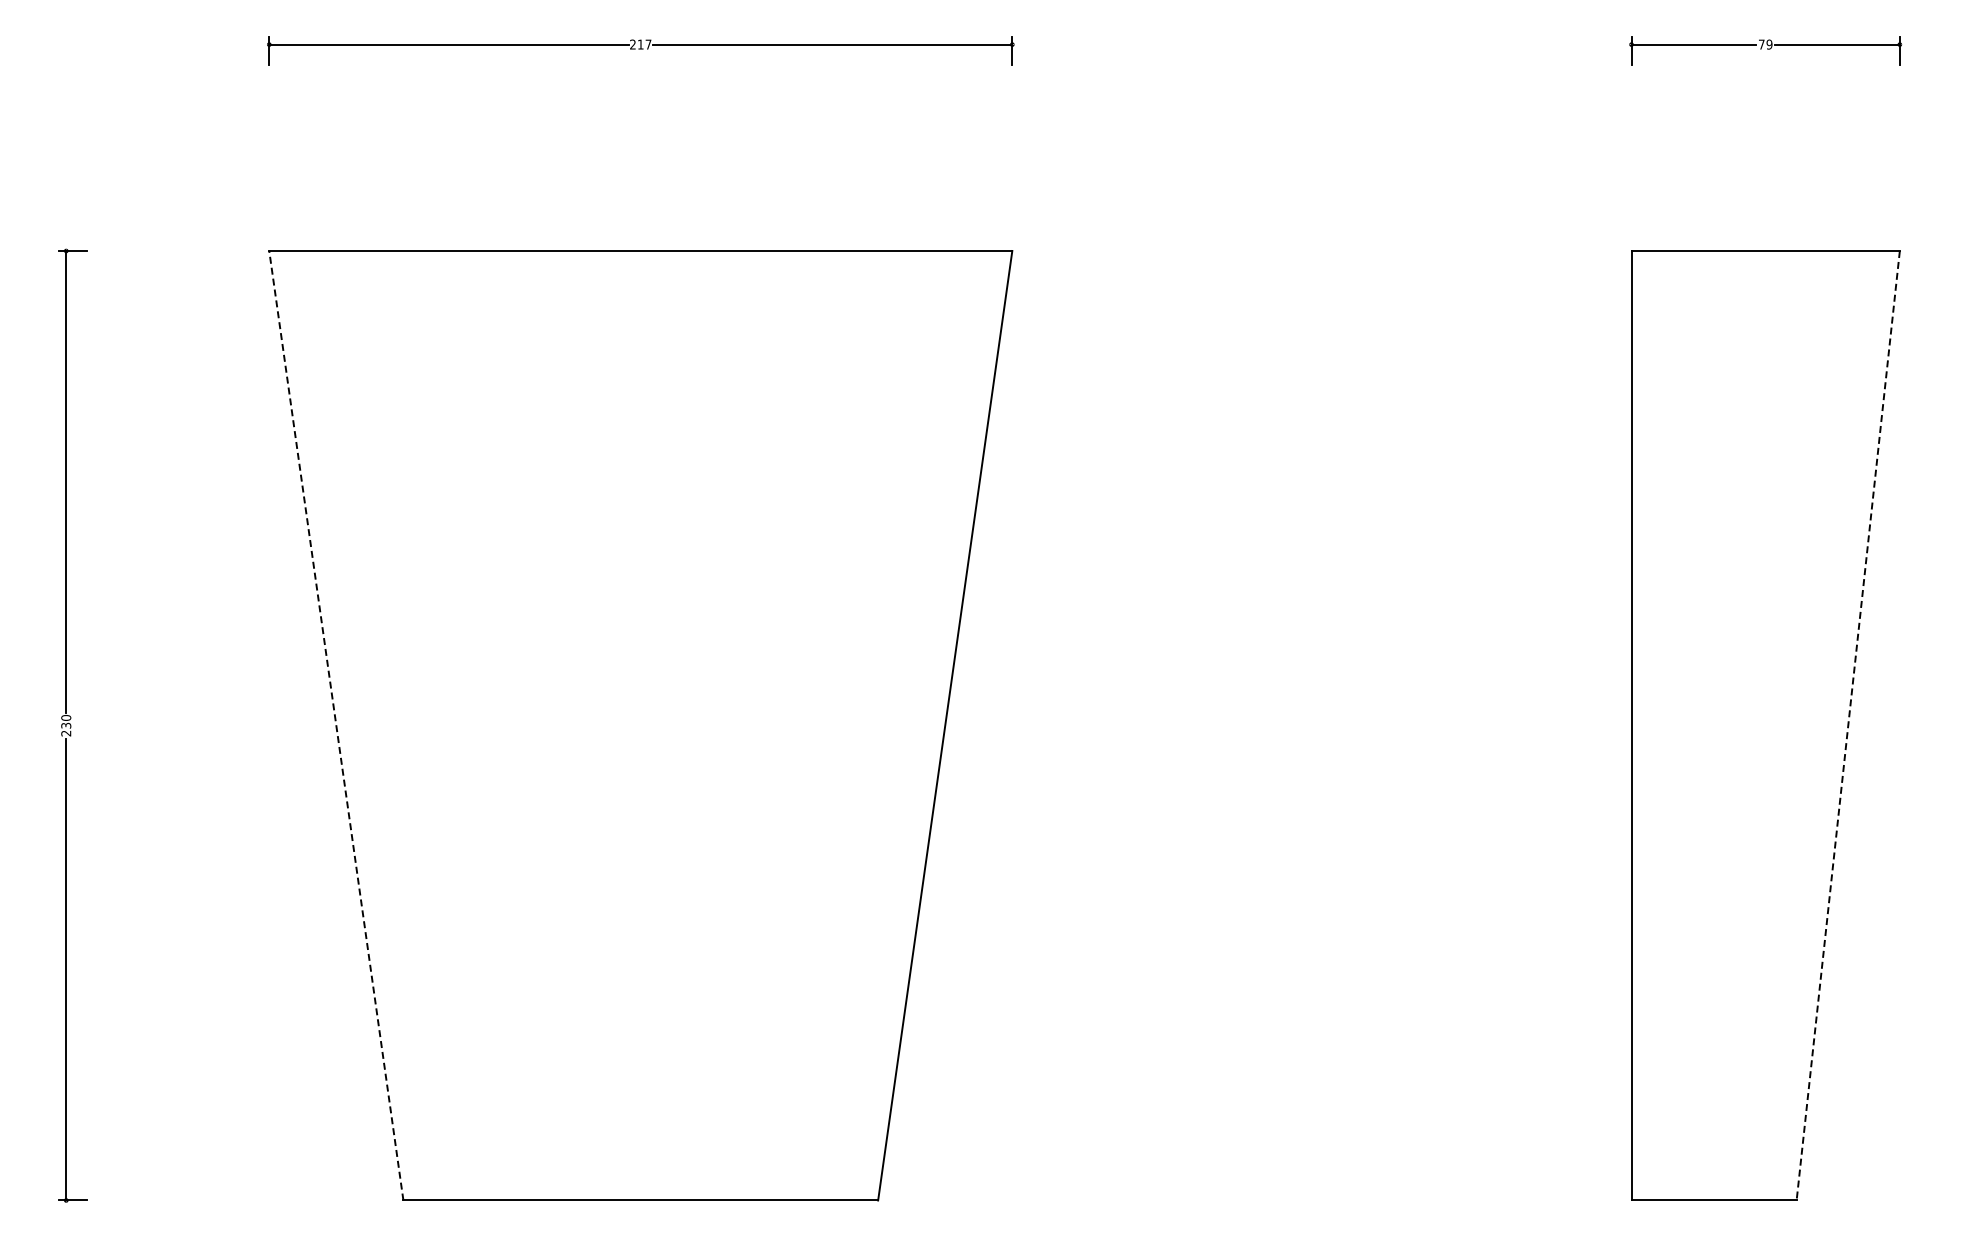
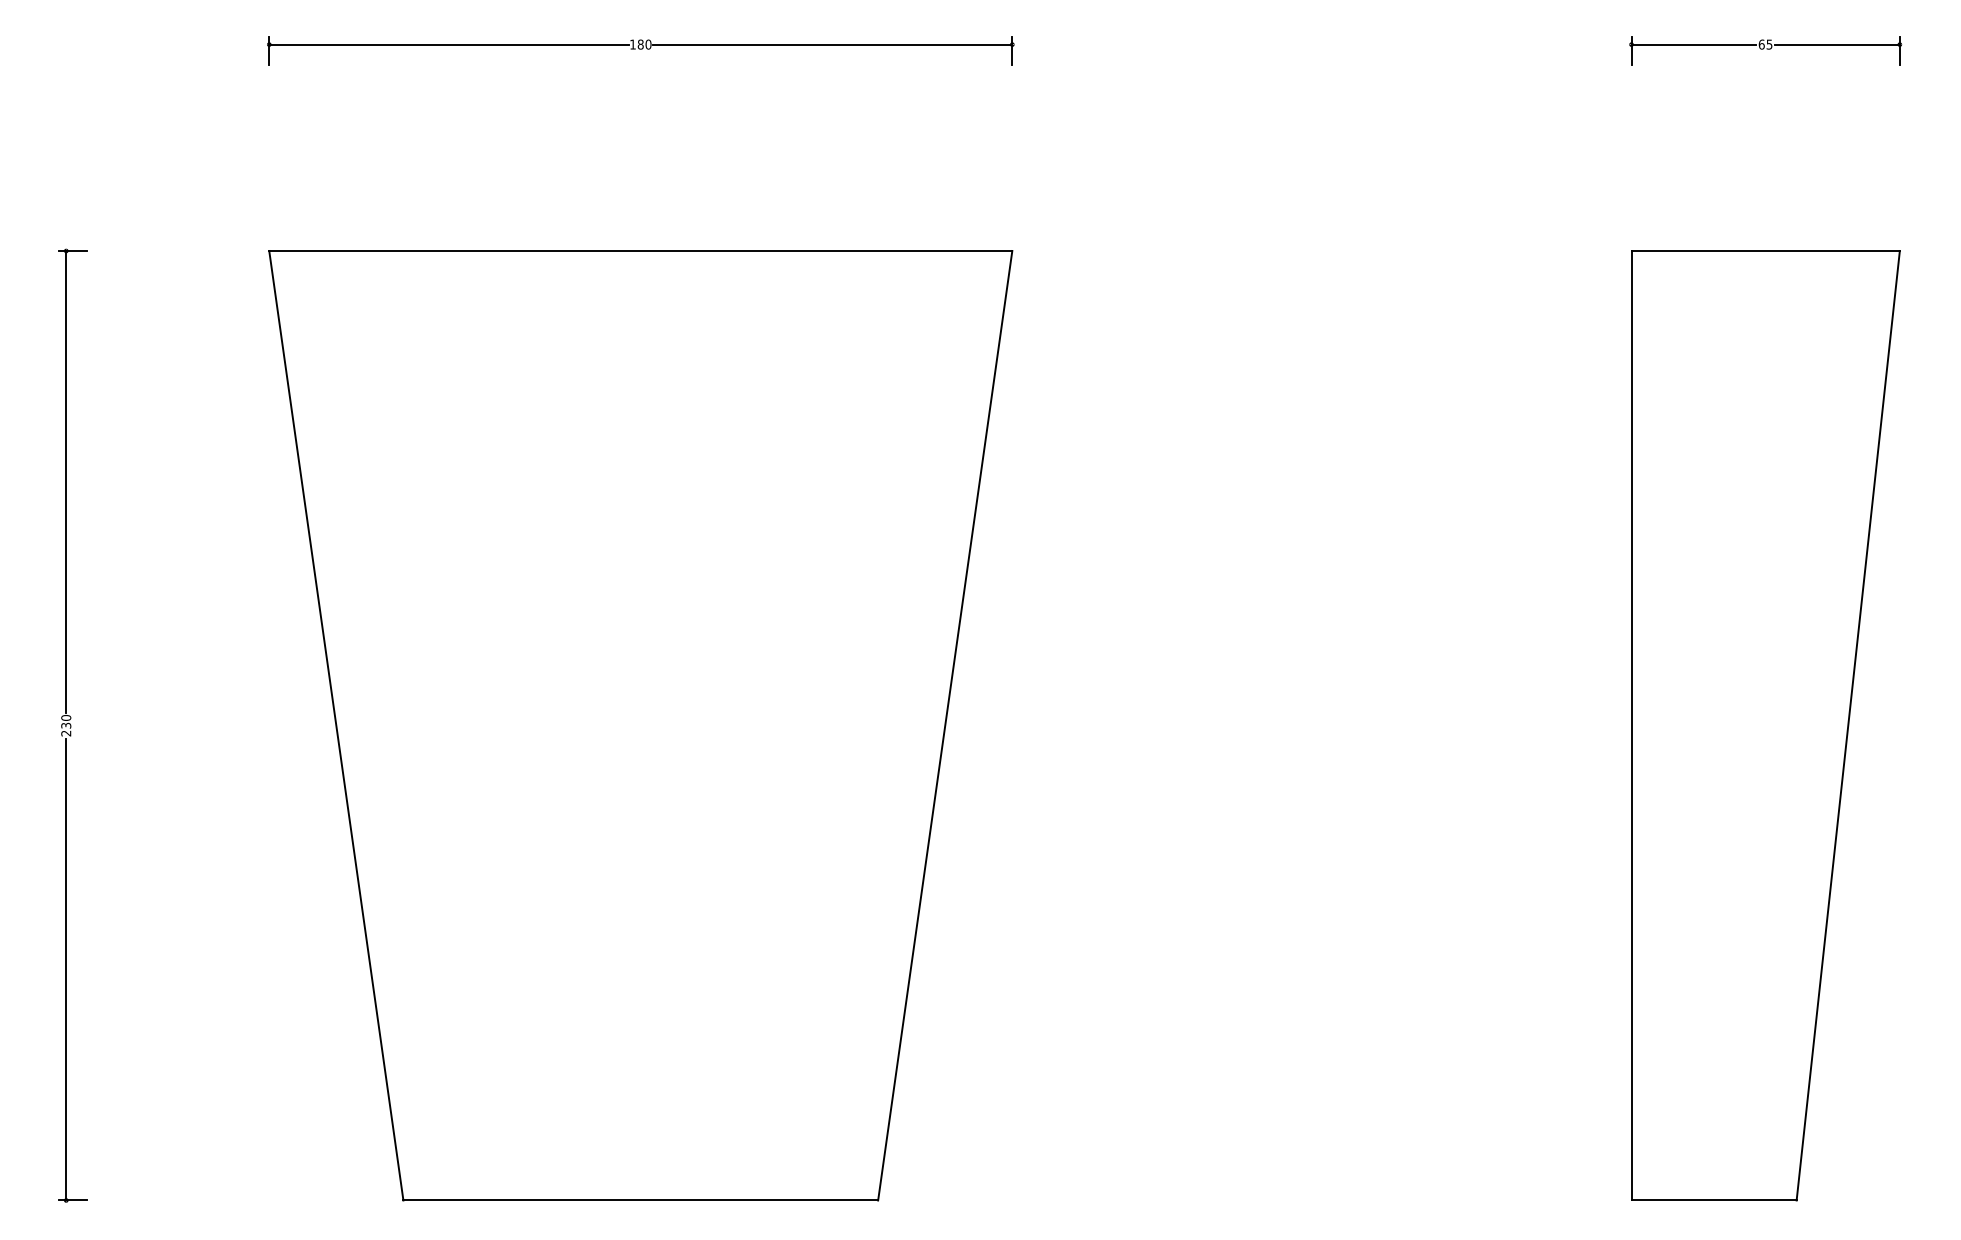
text at (640, 44): 217 -> 180
text at (1765, 44): 79 -> 65
line at (336, 725): dashed -> solid
line at (1848, 725): dashed -> solid
